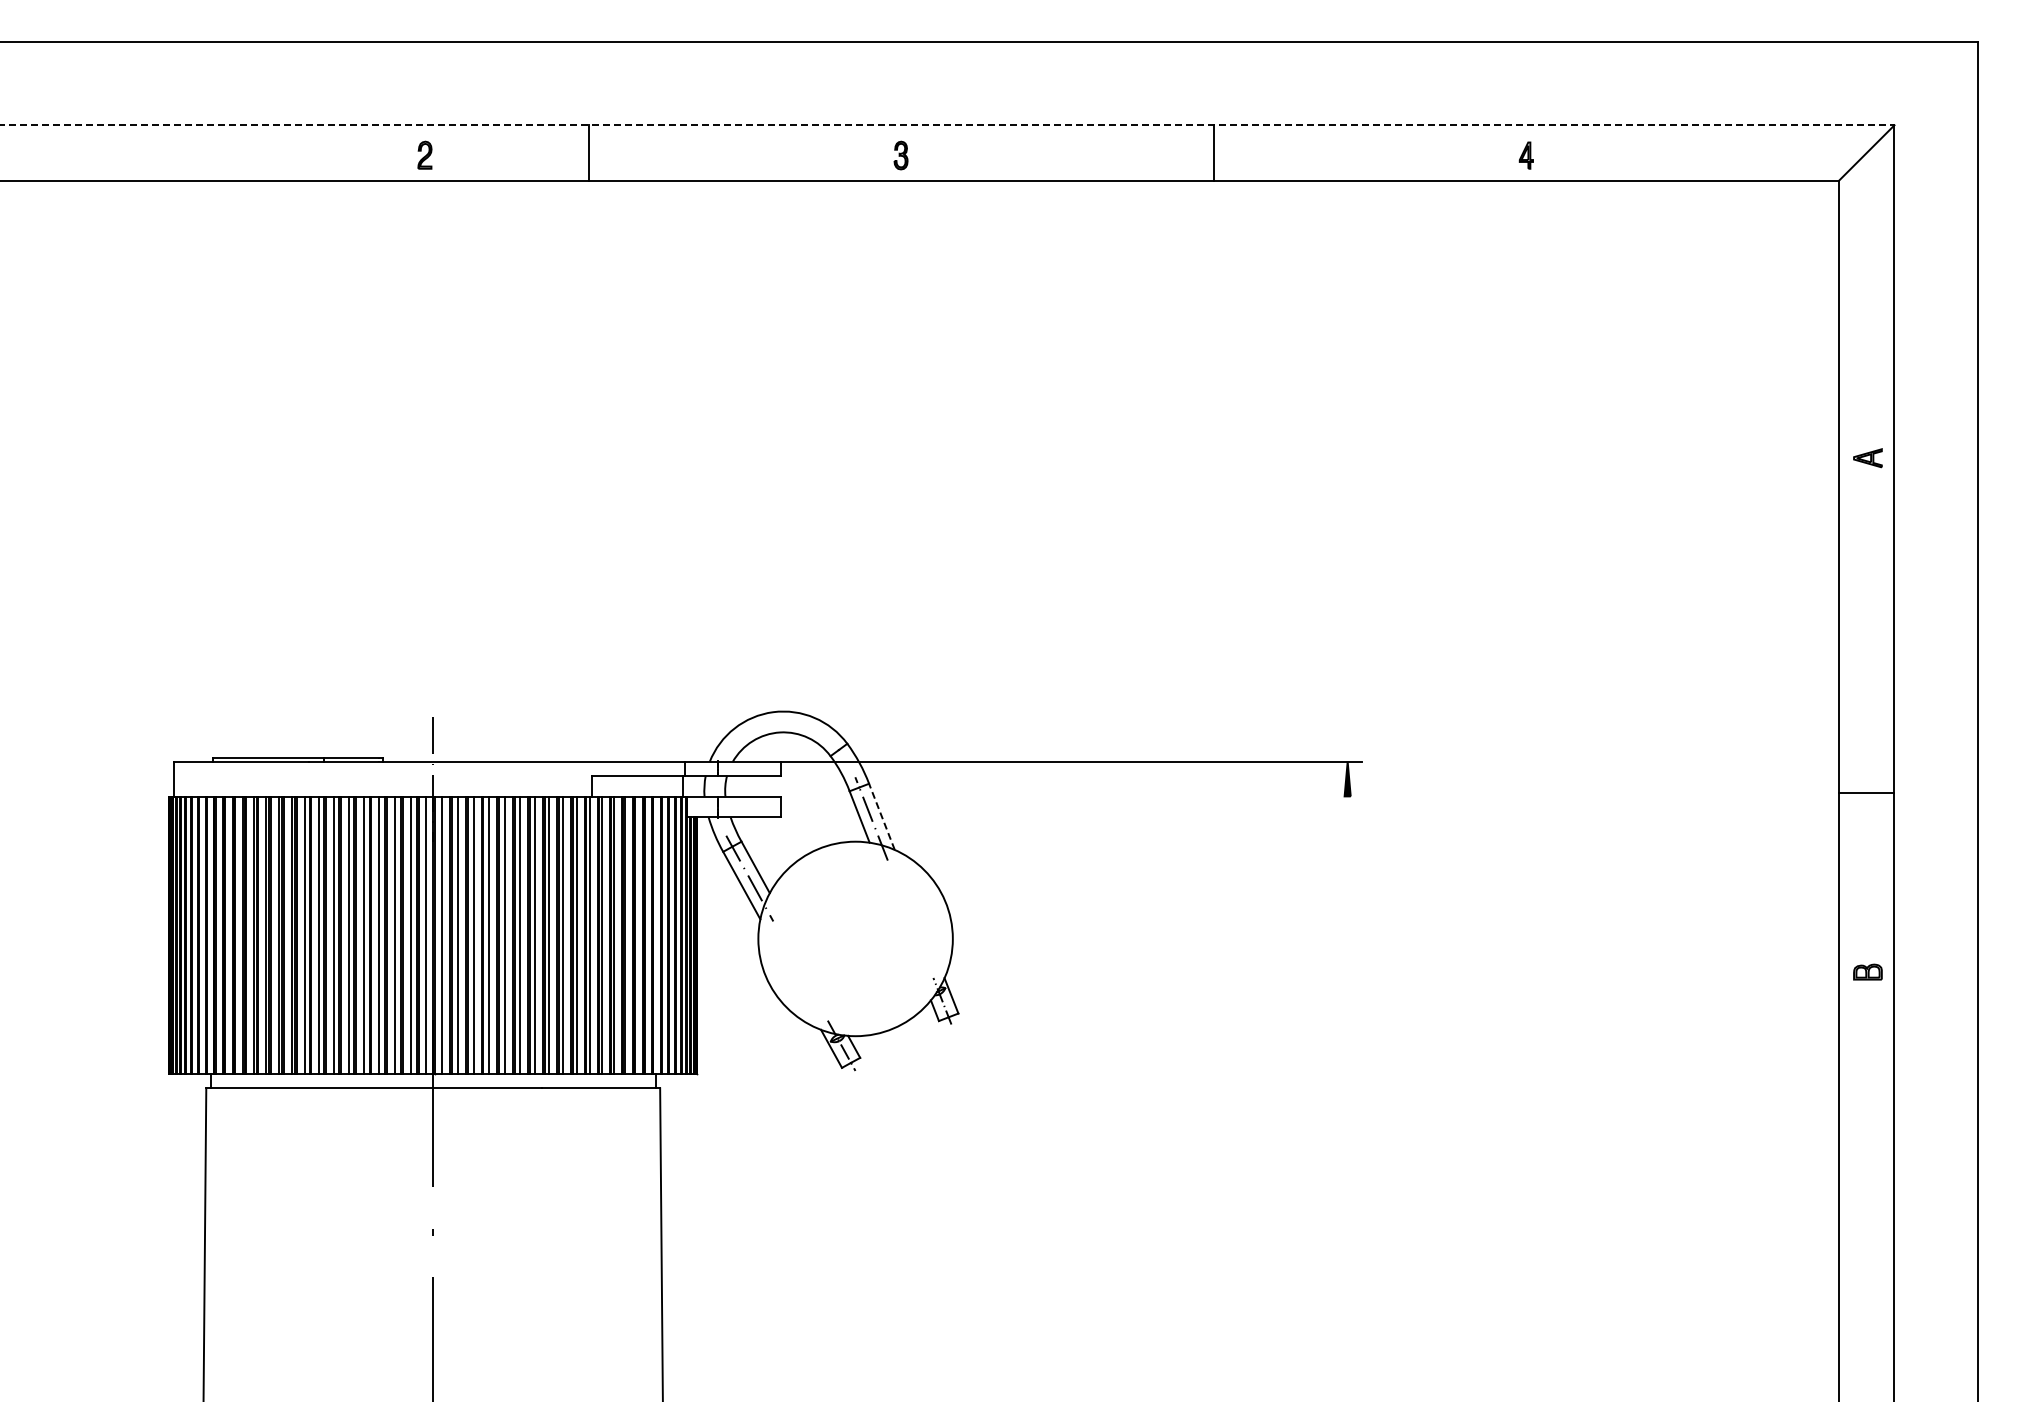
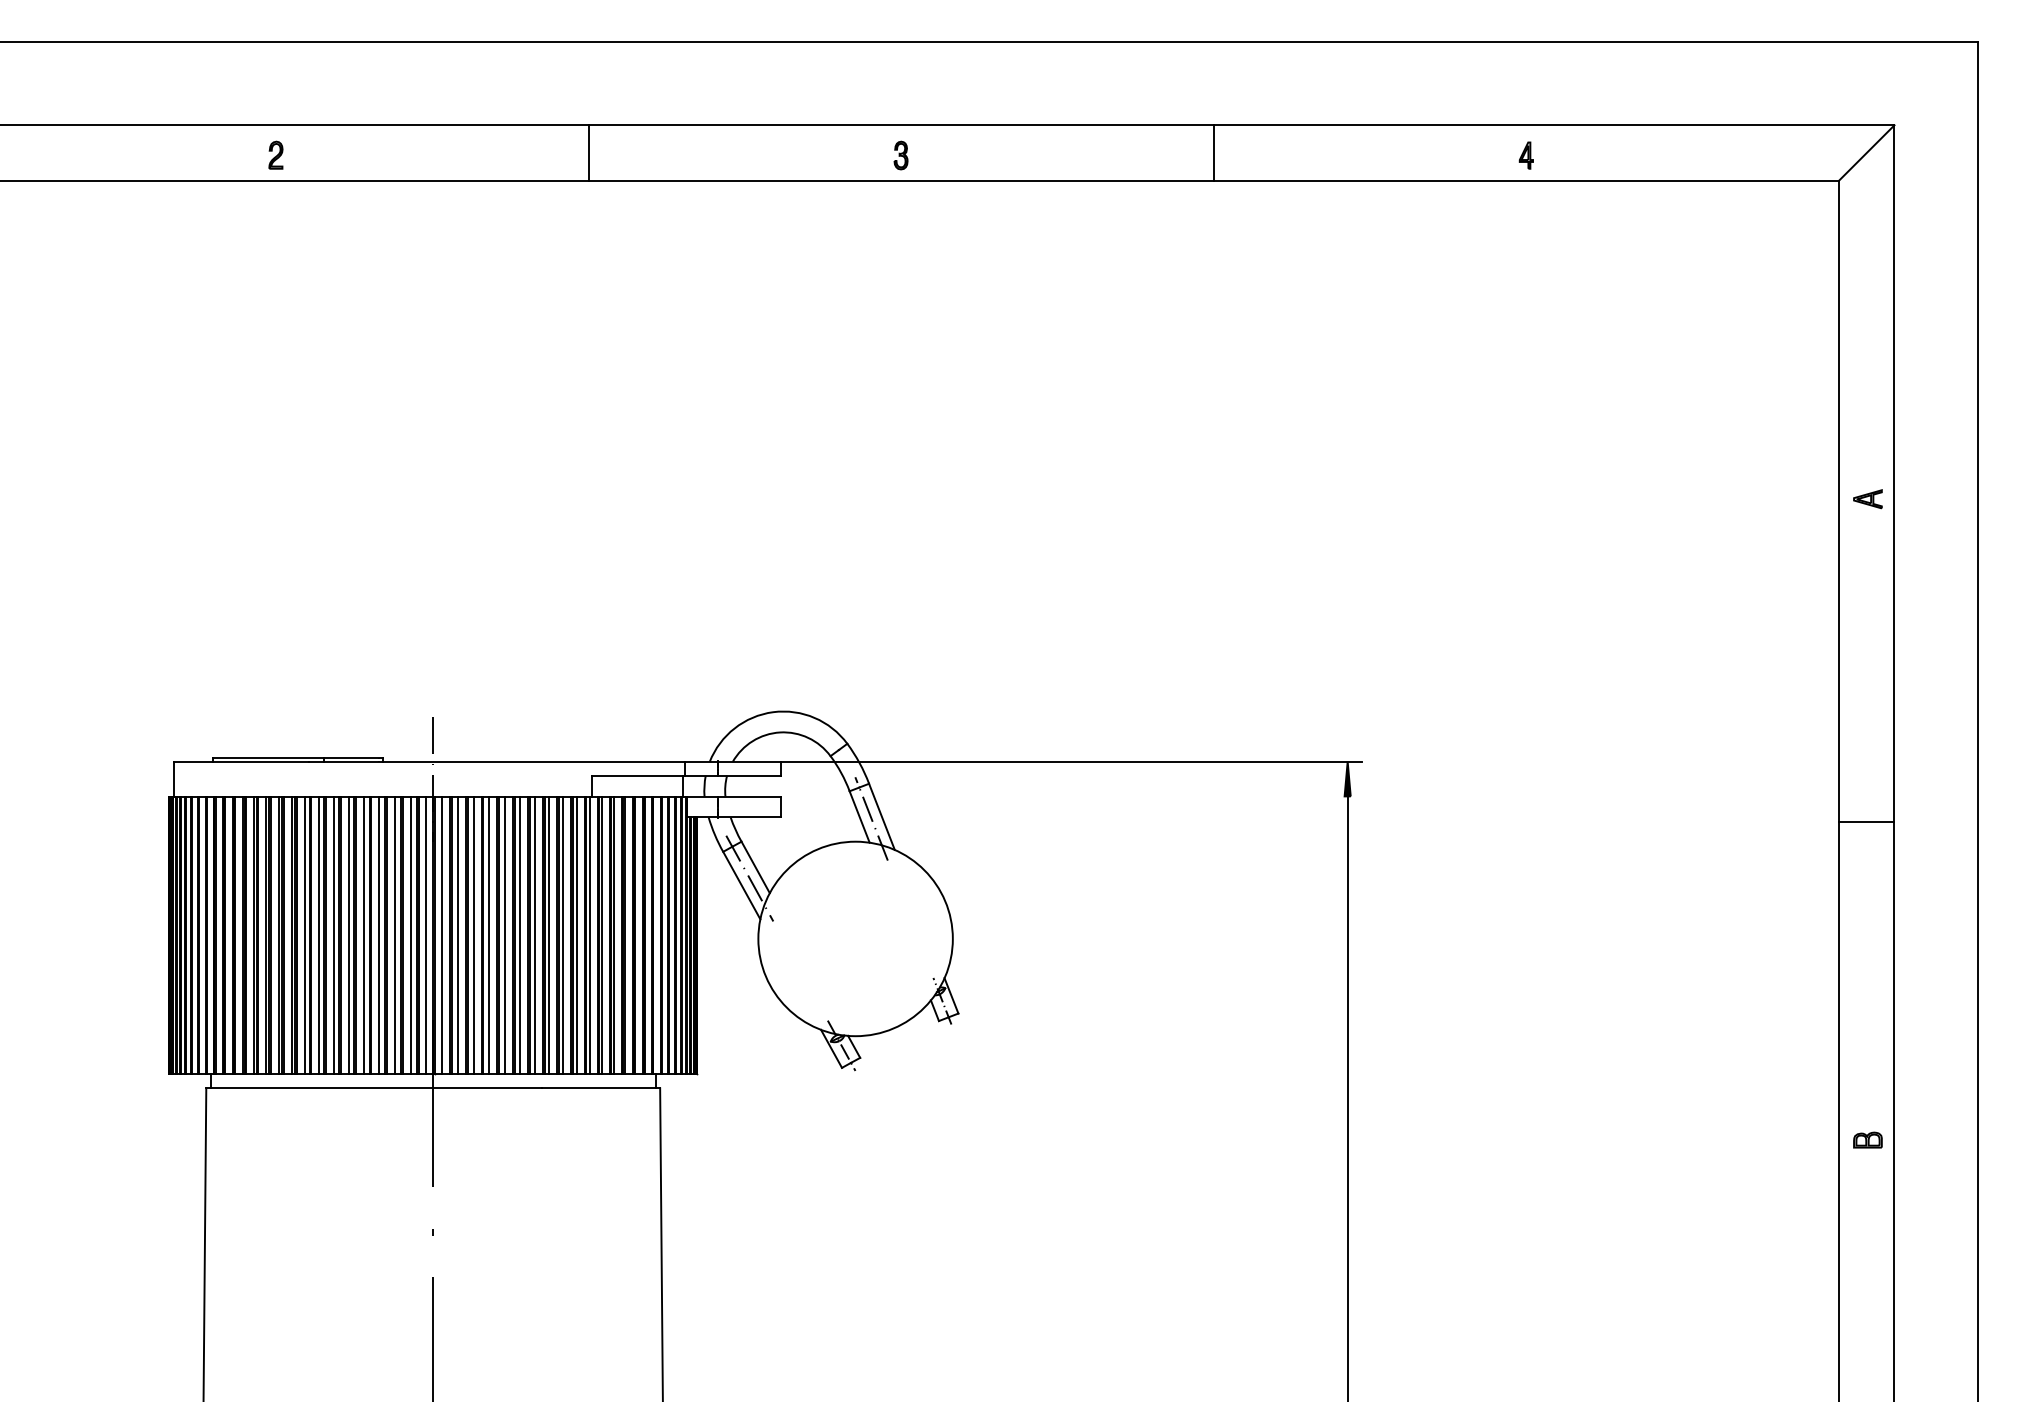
line at (947, 125): dashed -> solid
part at (424, 154) position: (424, 154) -> (275, 154)
part at (1867, 458) position: (1867, 458) -> (1867, 499)
line at (1866, 793) position: (1866, 793) -> (1866, 822)
line at (881, 816): dashed -> solid
part at (1867, 971) position: (1867, 971) -> (1867, 1139)
line at (1347, 1097): none -> present
